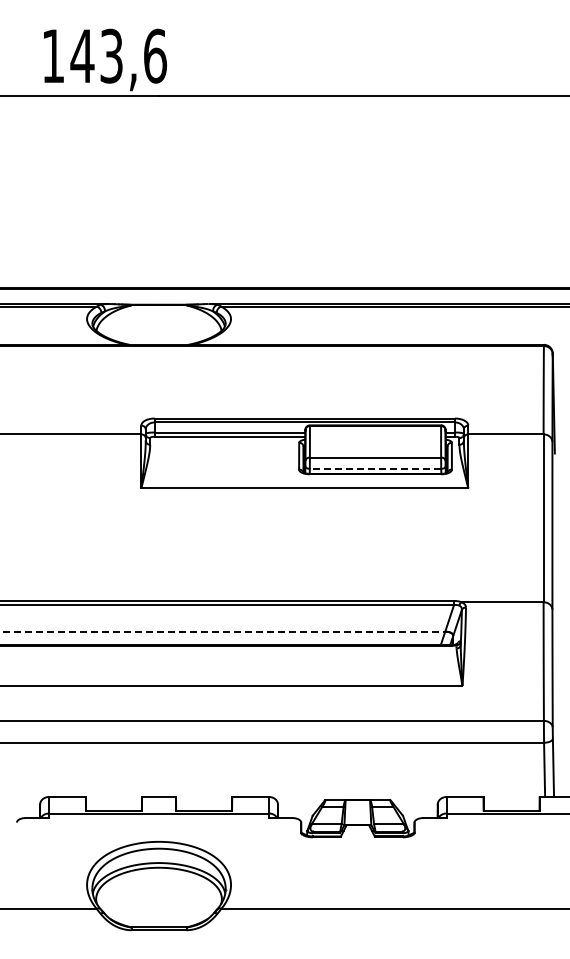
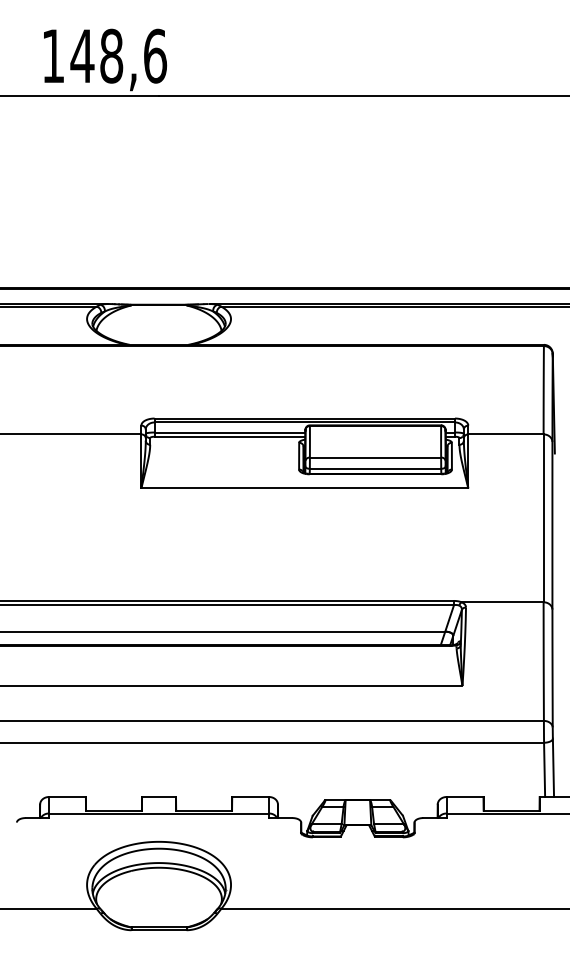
text at (111, 55): 143,6 -> 148,6
line at (375, 468): dashed -> solid
line at (223, 631): dashed -> solid
